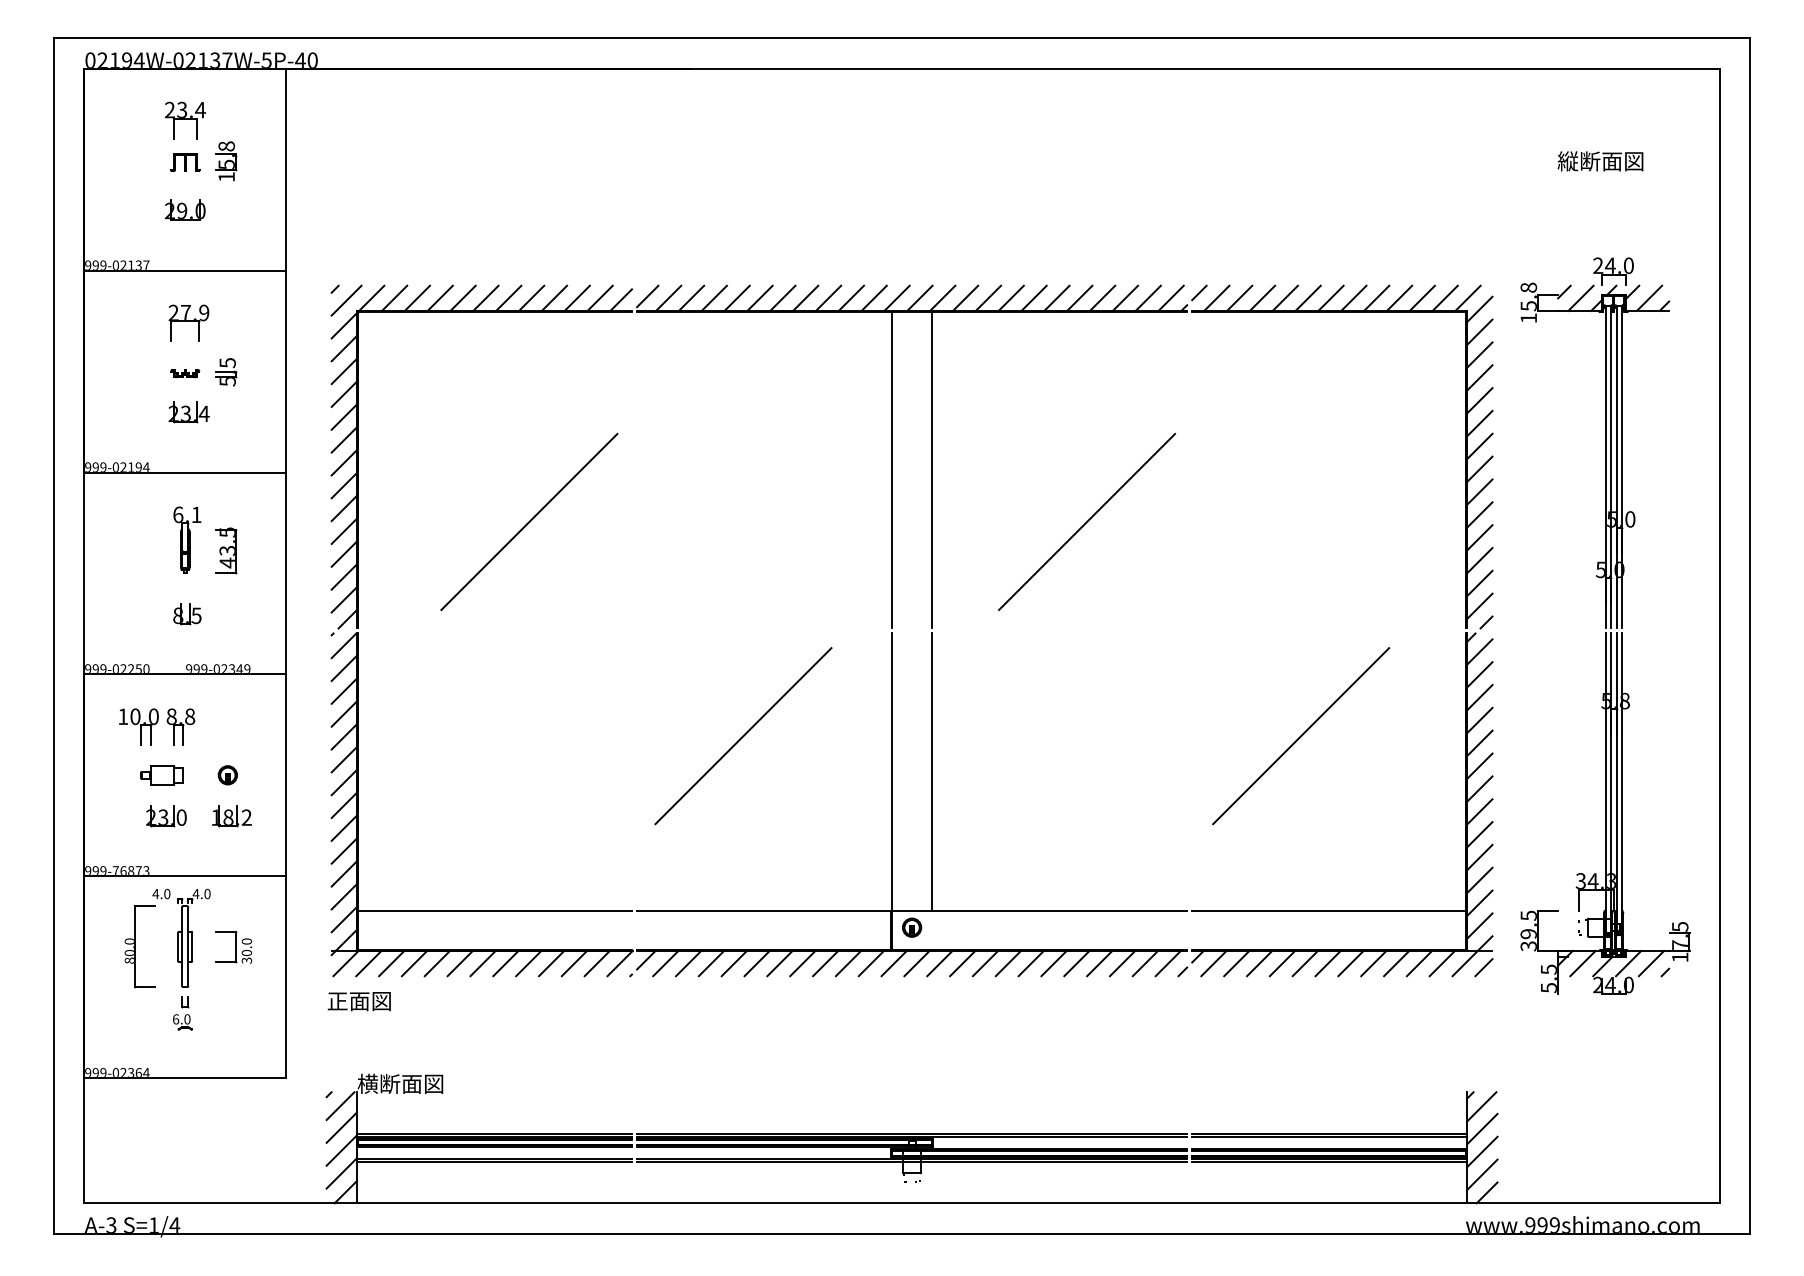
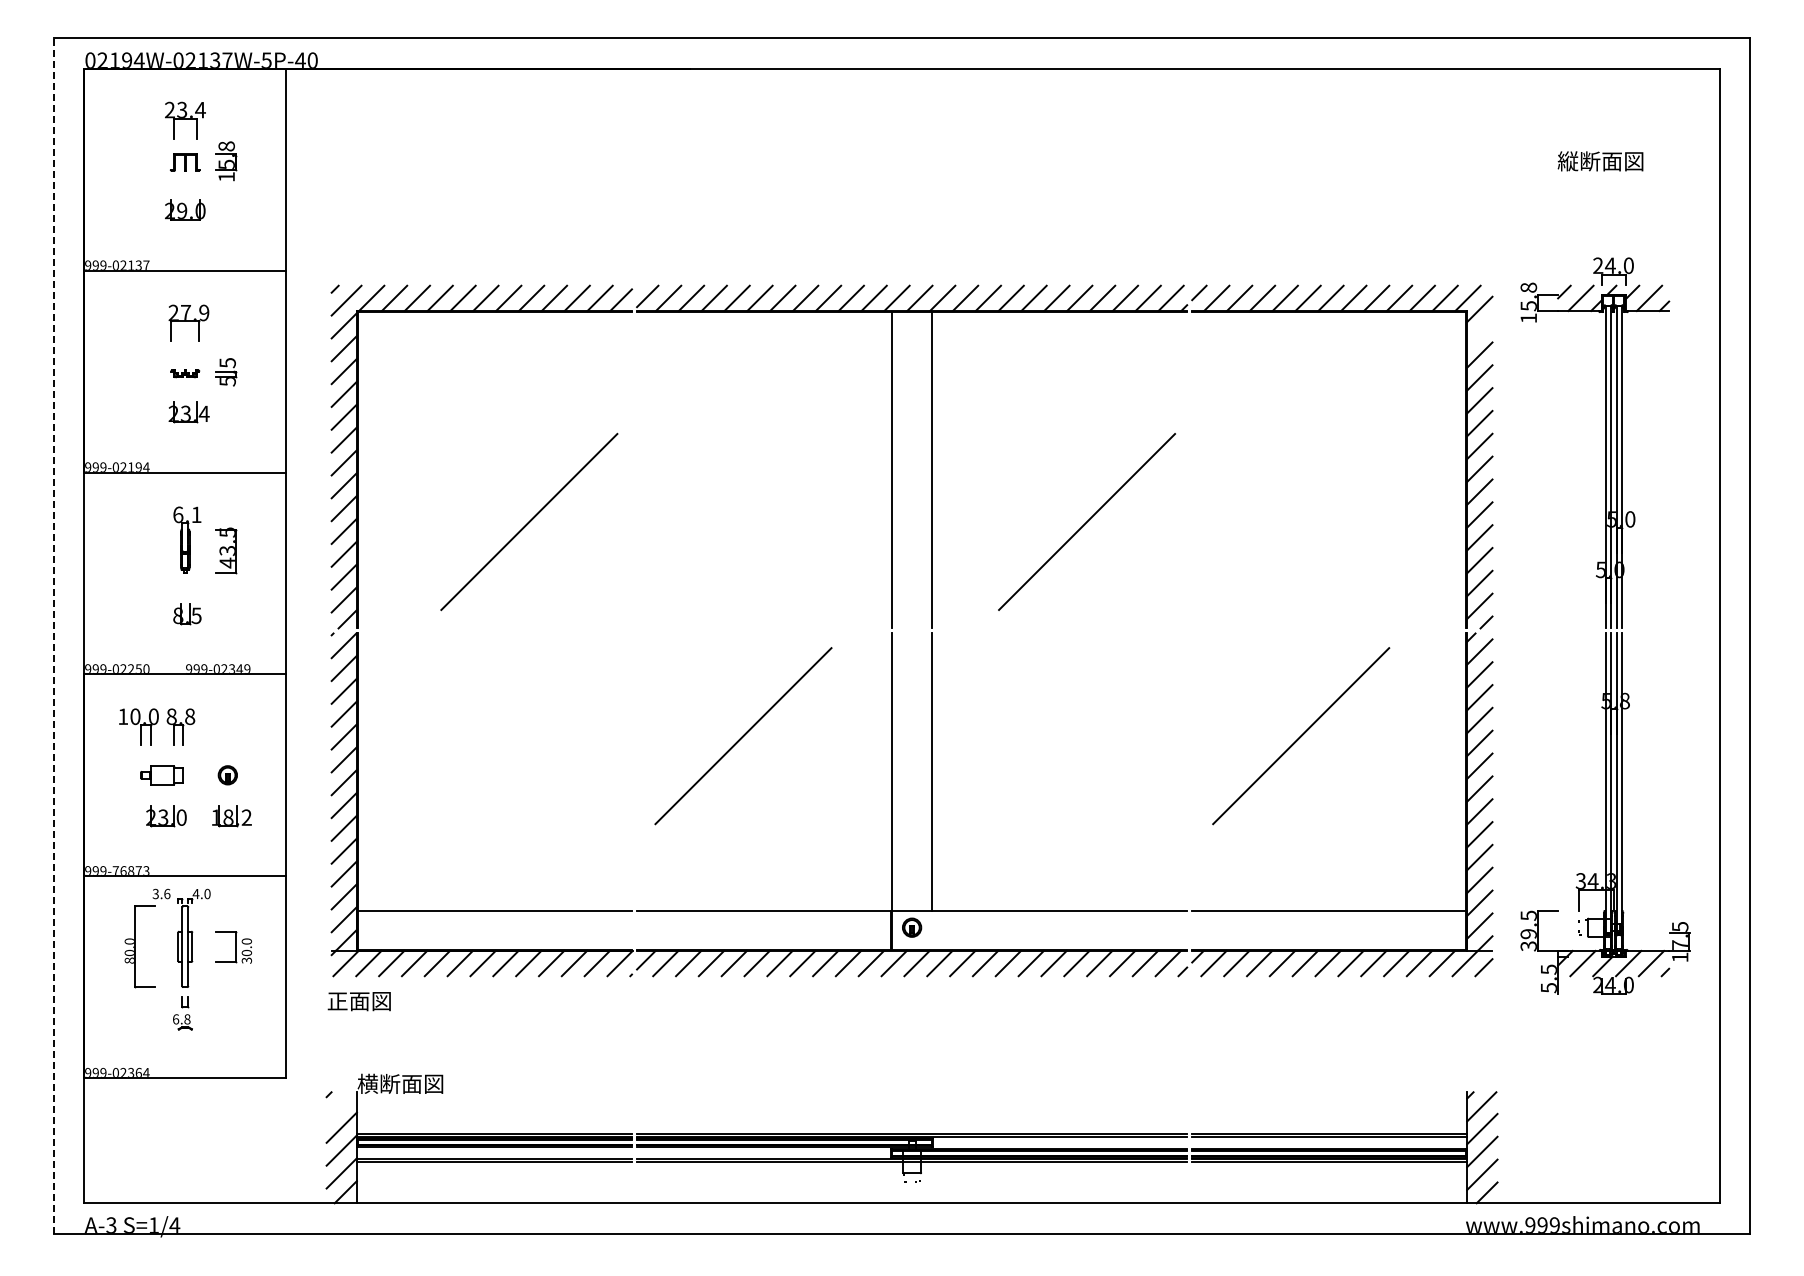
line at (1479, 331): present -> none
line at (54, 636): solid -> dashed
text at (161, 893): 4.0 -> 3.6
text at (187, 1019): 6.0 -> 6.8
line at (340, 1106): present -> none
